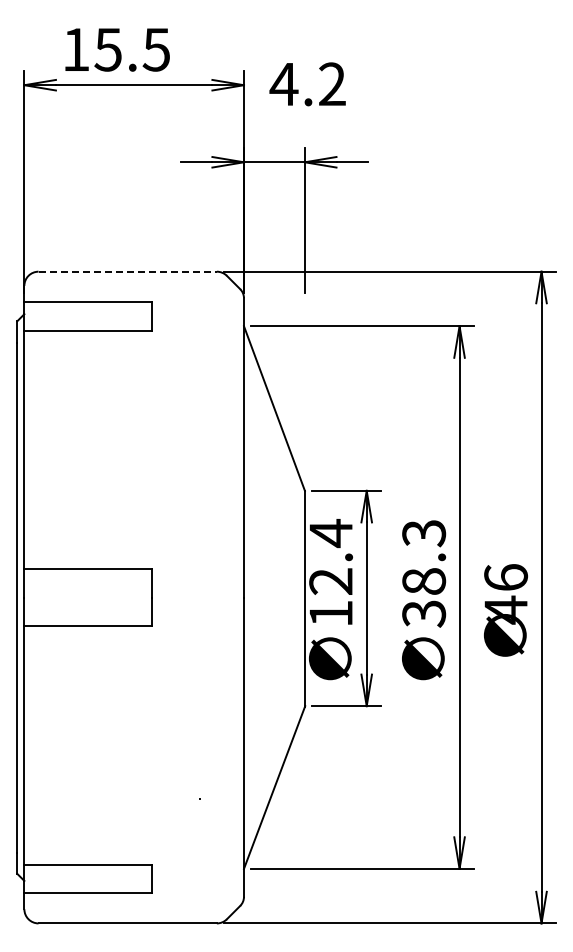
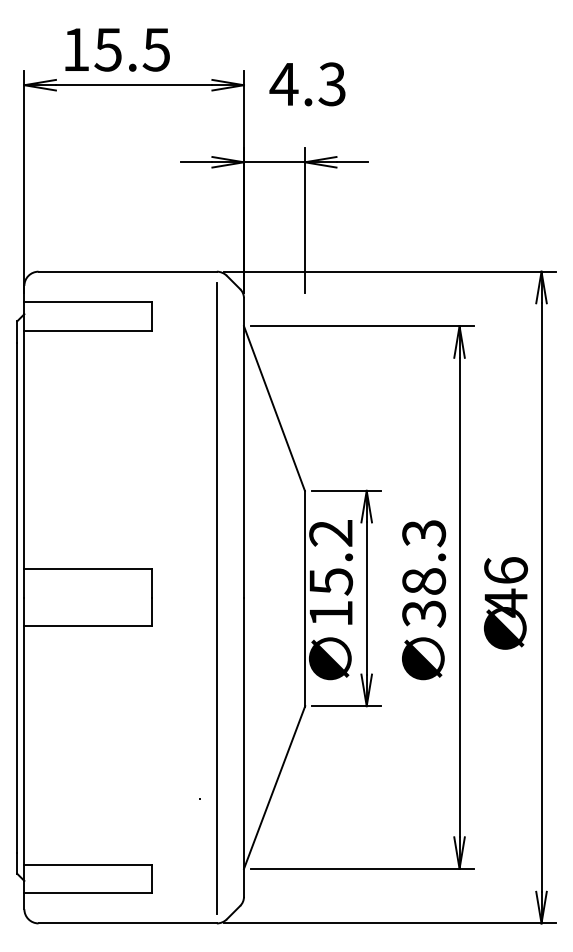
text at (331, 84): 4.2 -> 4.3
line at (128, 271): dashed -> solid
text at (331, 556): 12.4 -> 15.2
line at (216, 598): none -> present
text at (505, 610) position: (505, 610) -> (505, 603)
